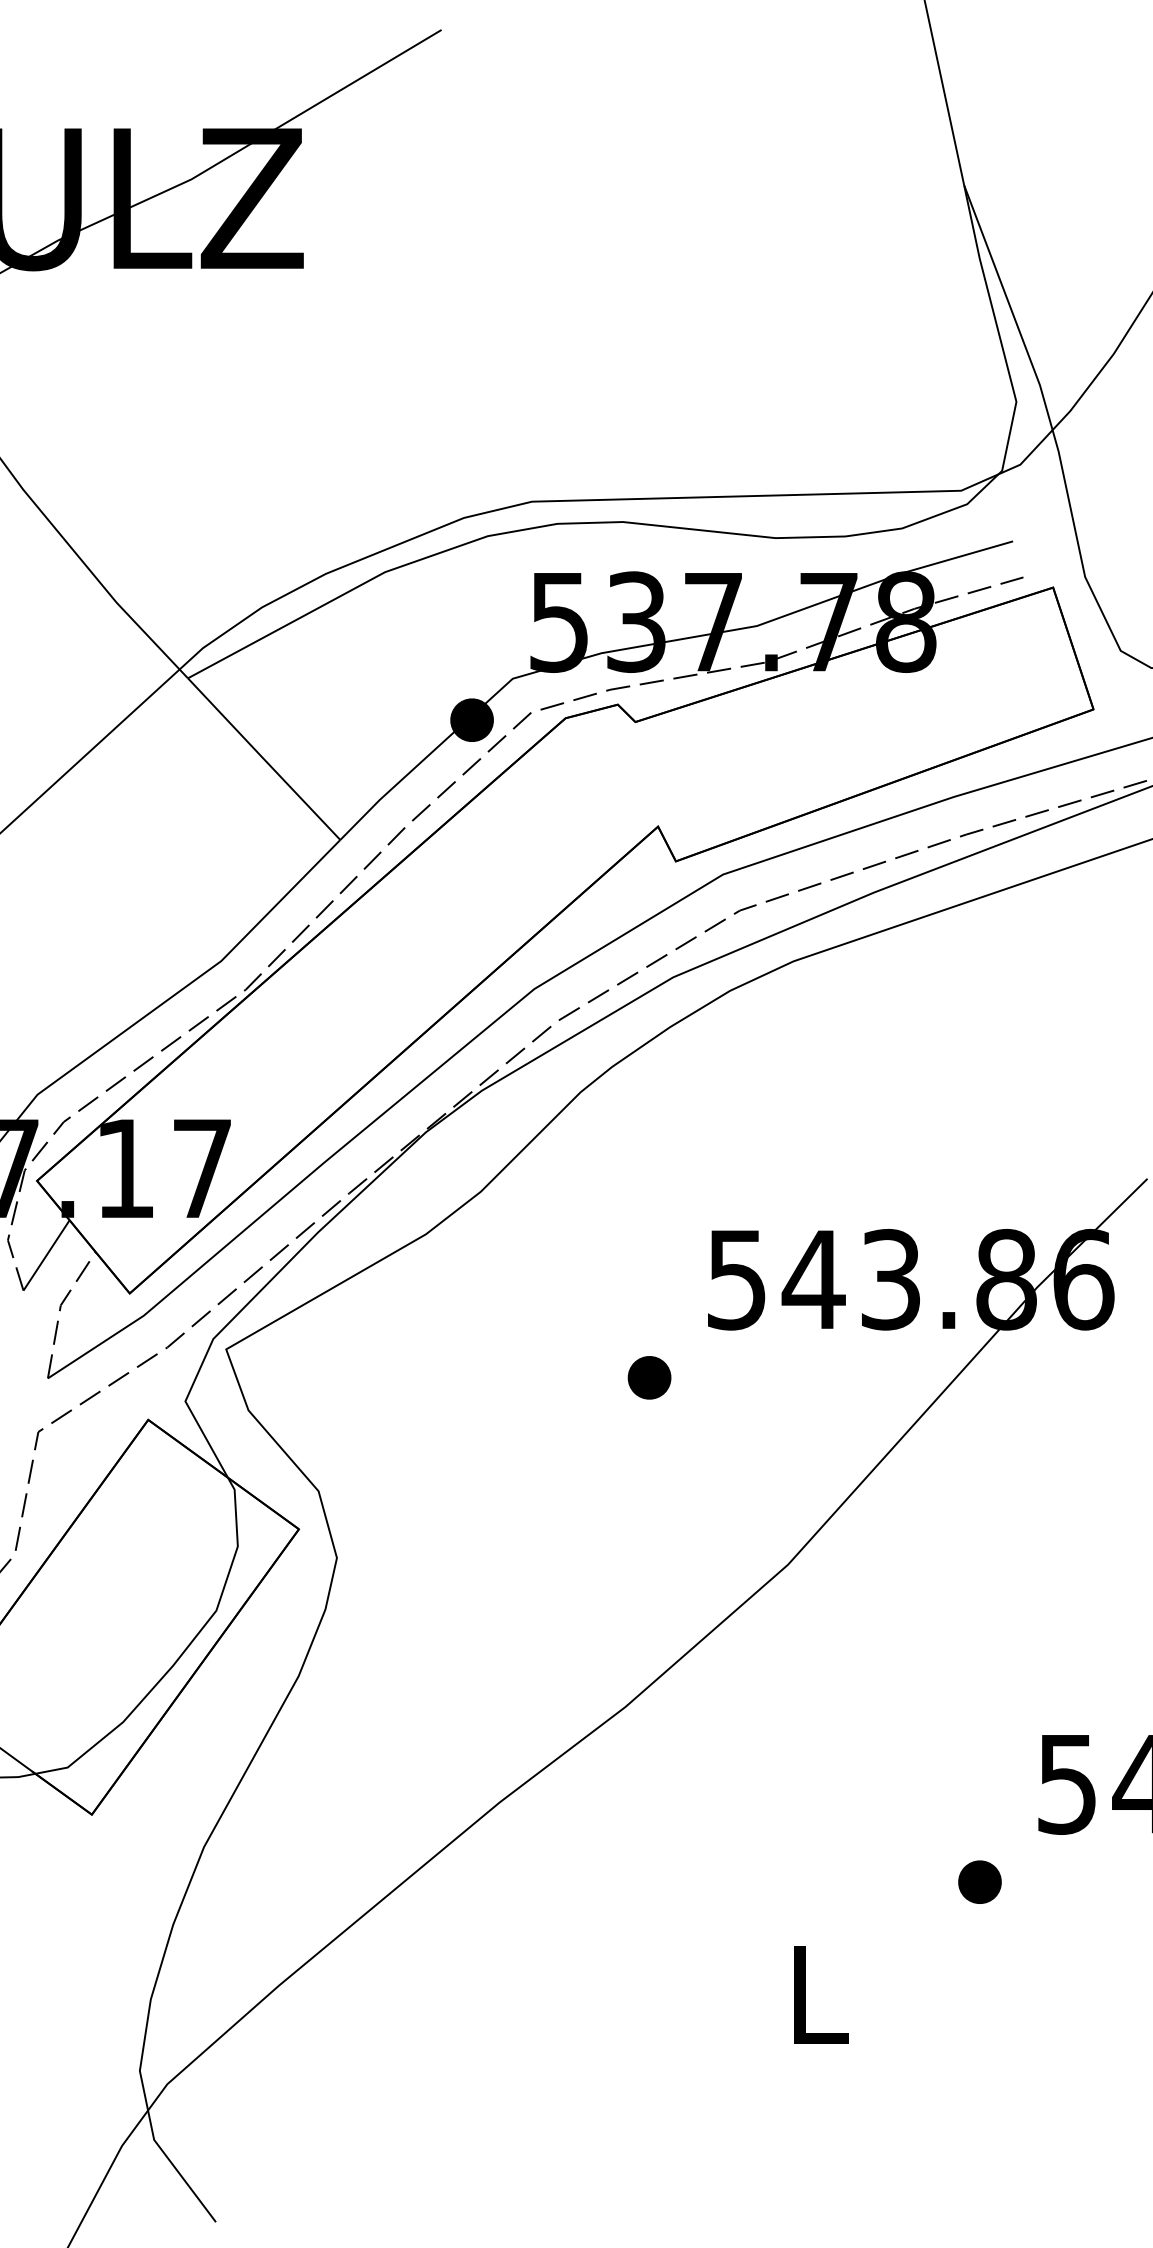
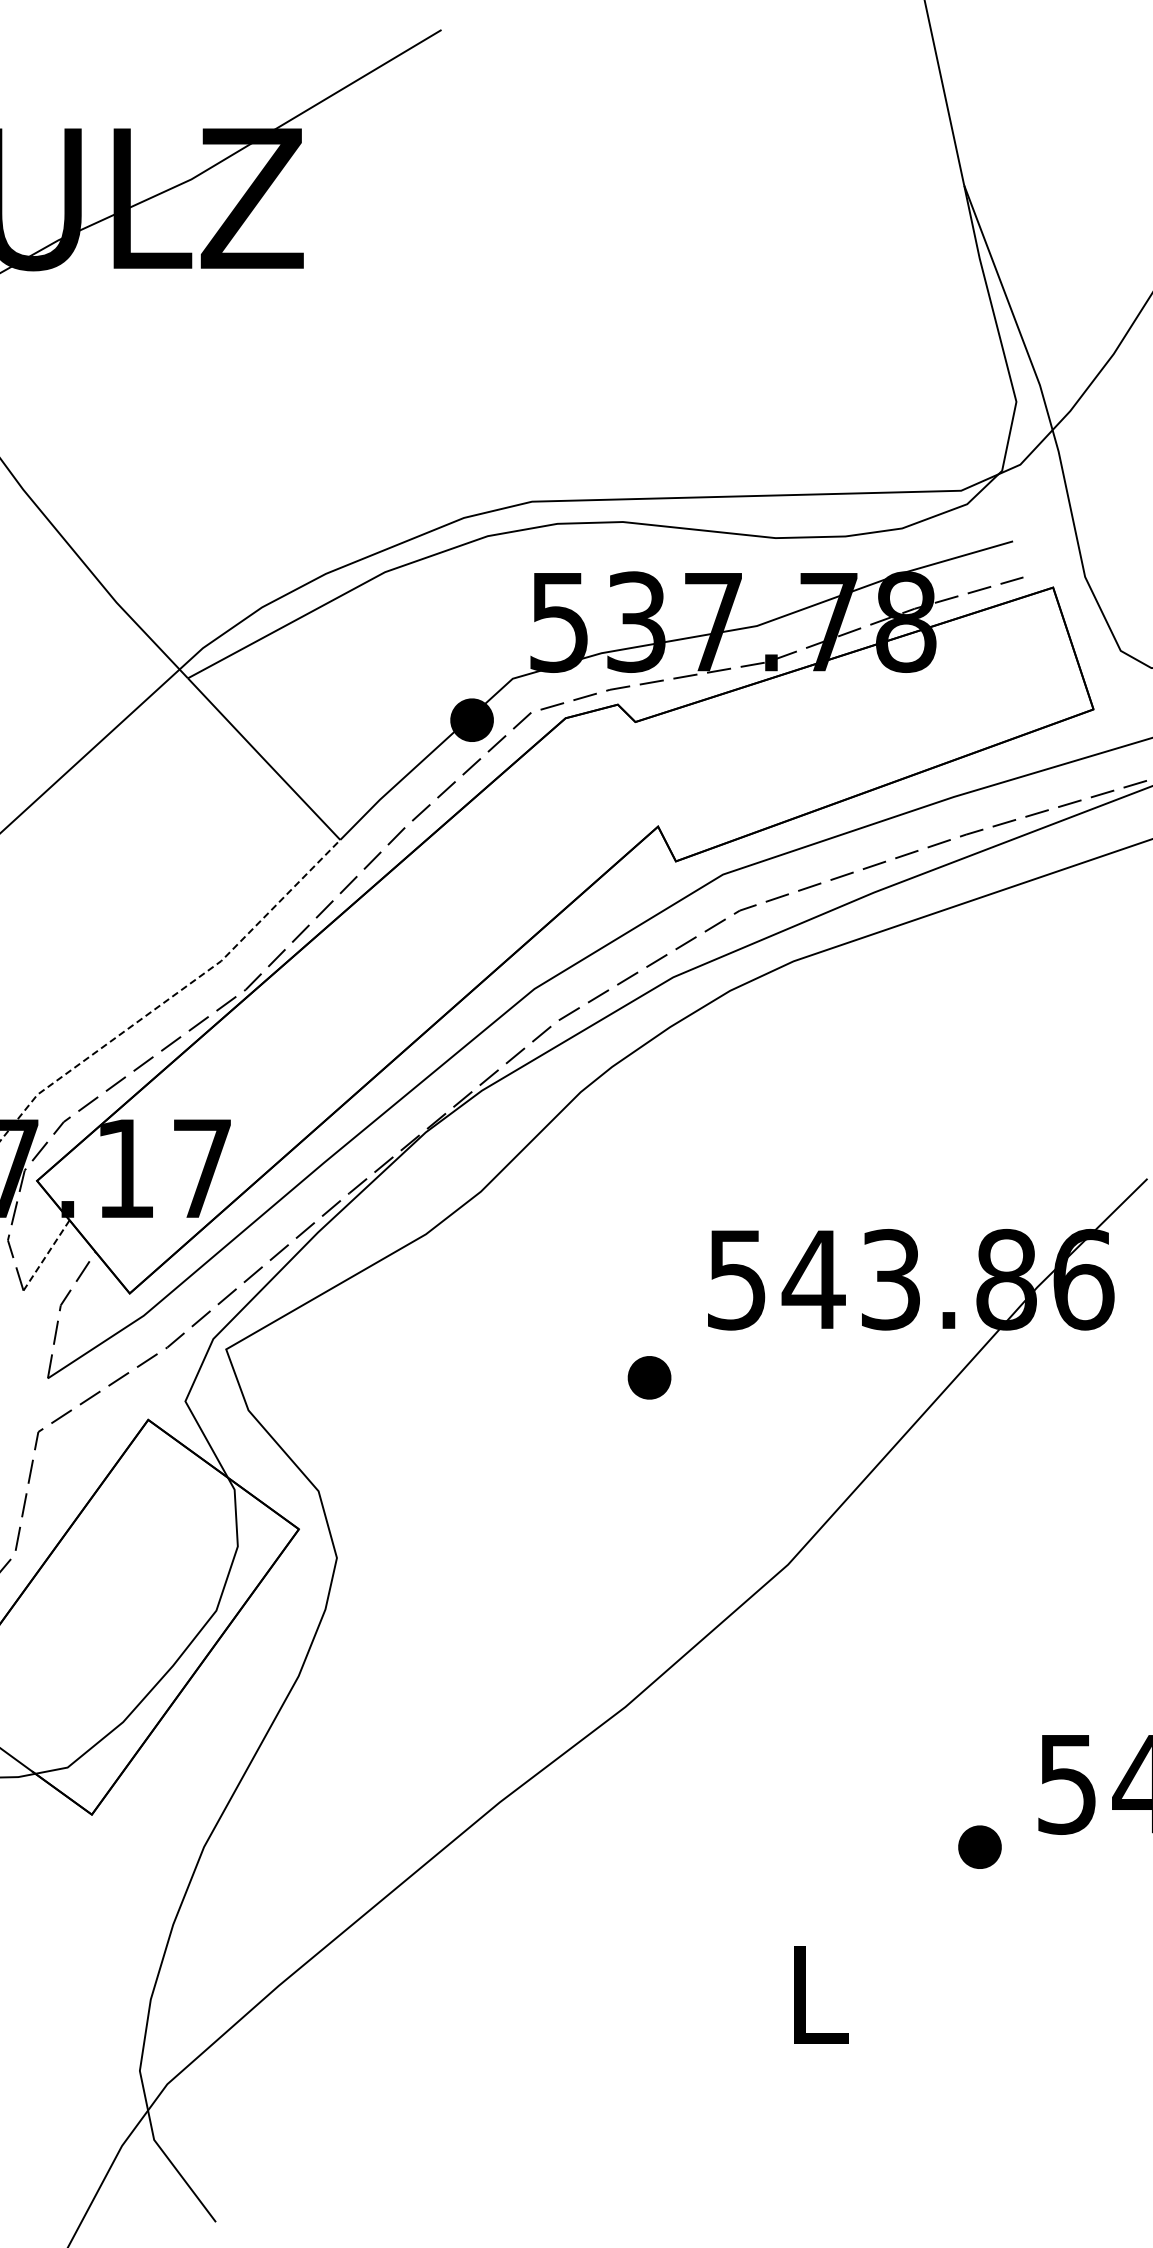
line at (173, 995): solid -> dashed
line at (46, 1255): solid -> dashed
part at (979, 1881) position: (979, 1881) -> (979, 1846)
